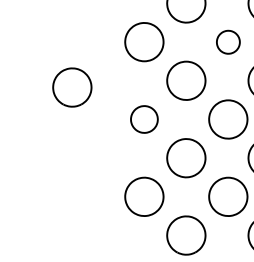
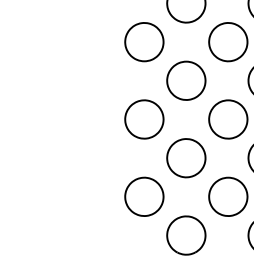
part at (228, 41) size: 25x26 px -> 41x41 px
part at (72, 87): present -> none
part at (144, 119) size: 29x29 px -> 41x41 px
